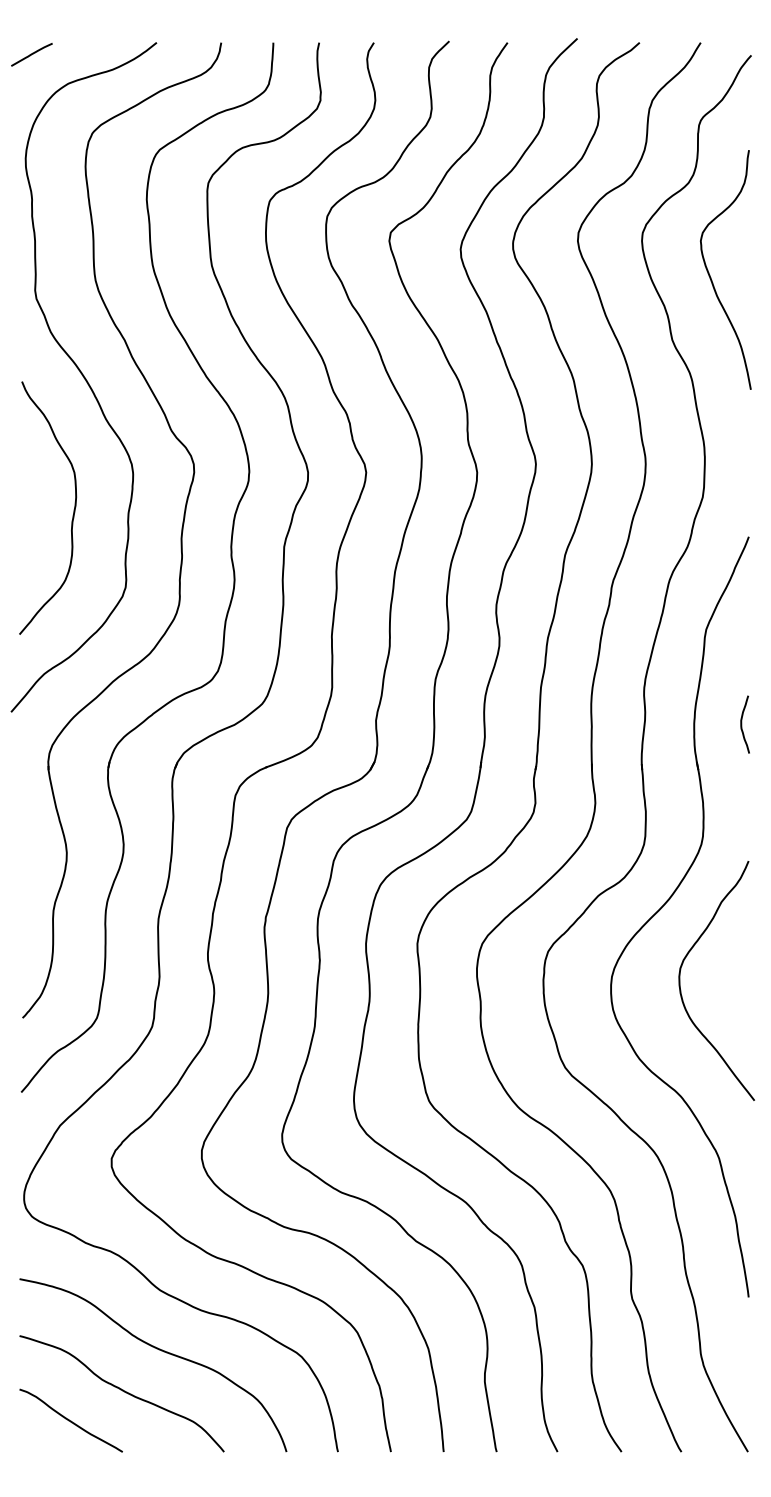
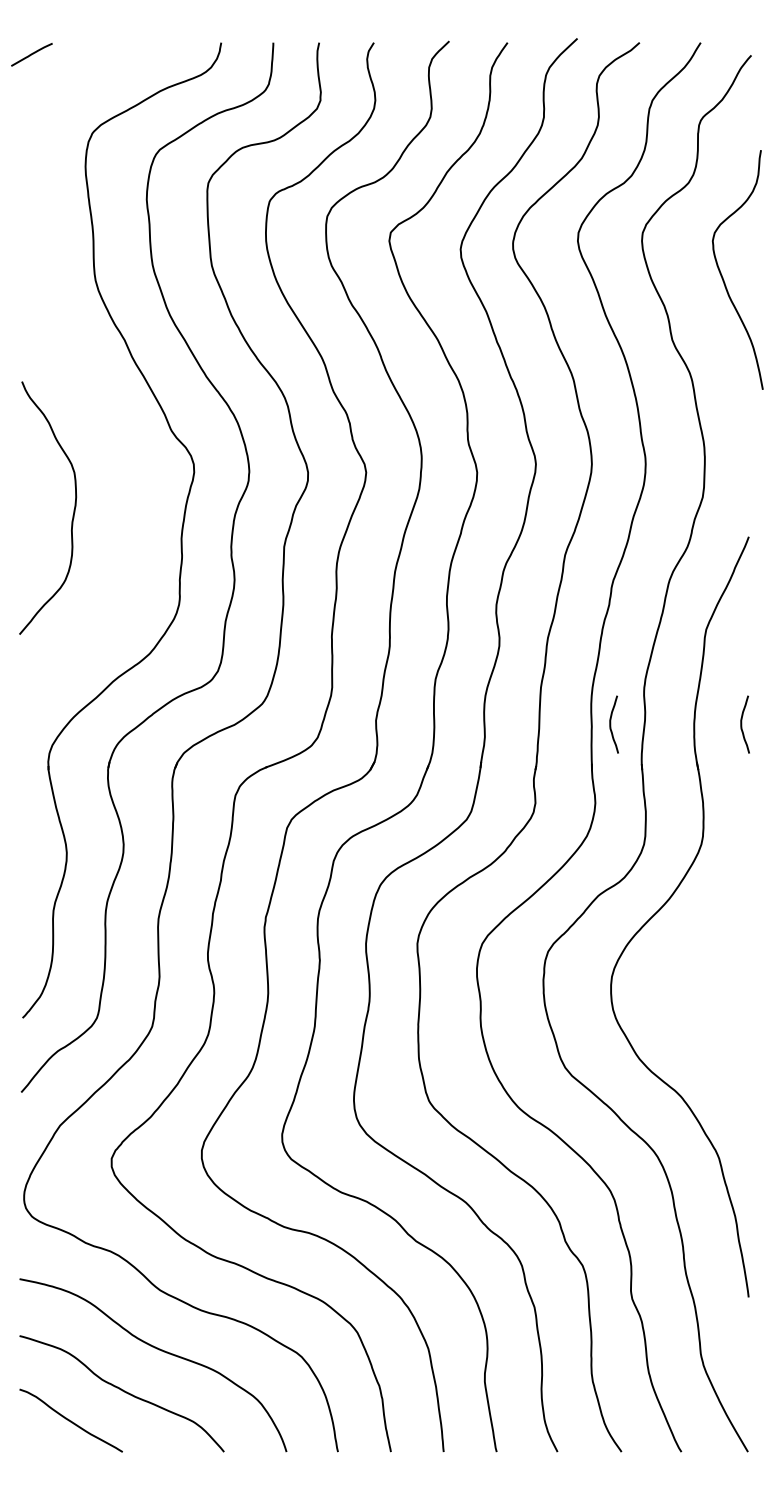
curve at (711, 277) position: (711, 277) -> (723, 277)
curve at (83, 377): present -> none
curve at (611, 724): none -> present
curve at (680, 980): present -> none
